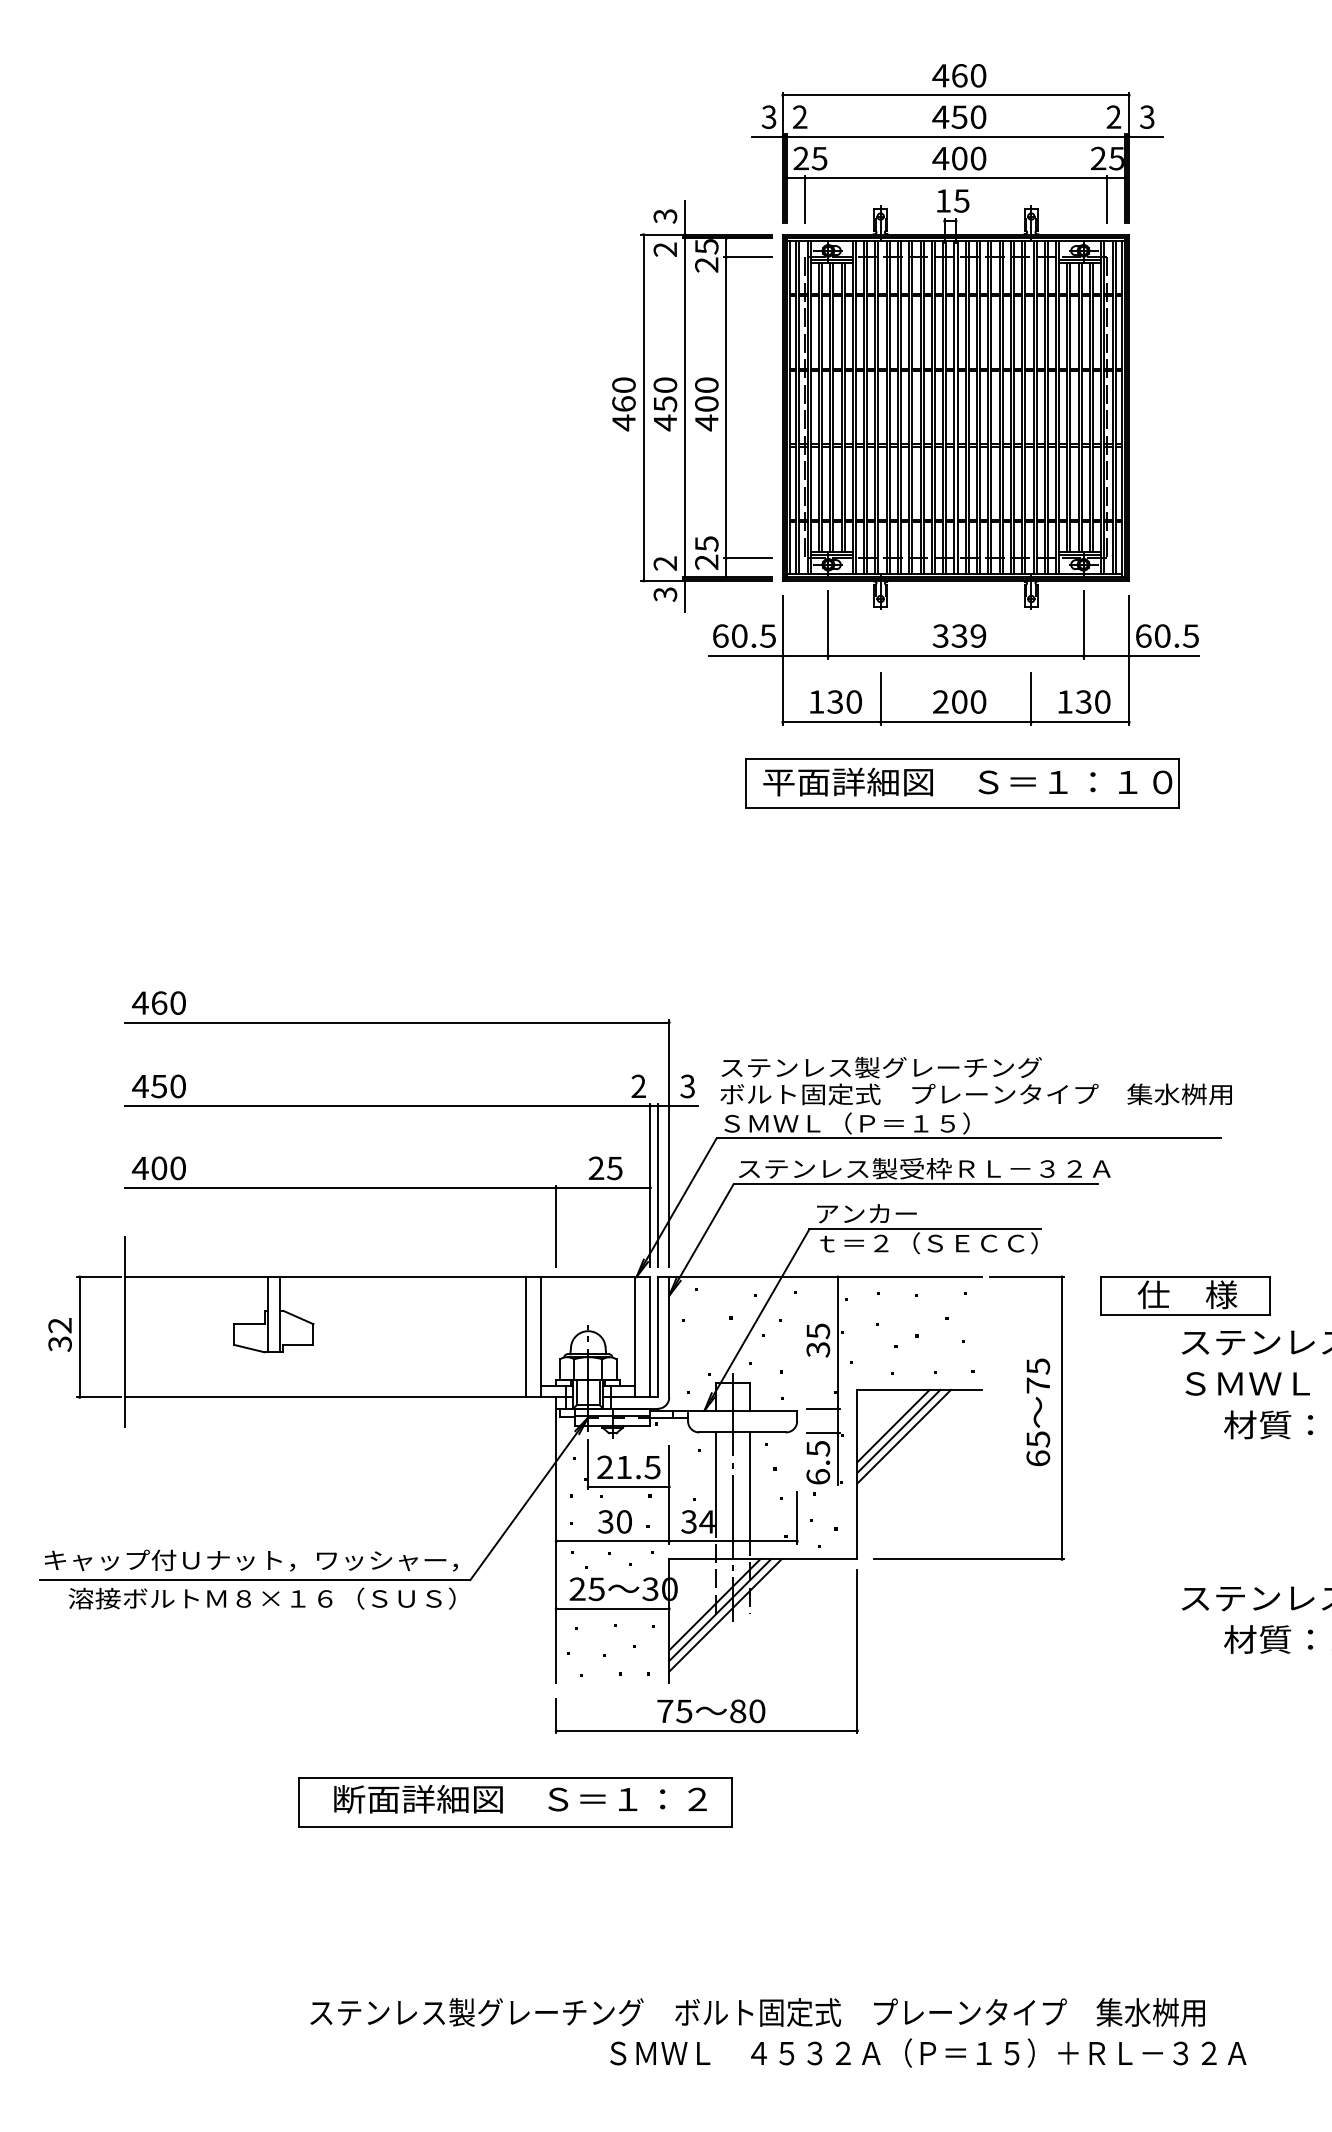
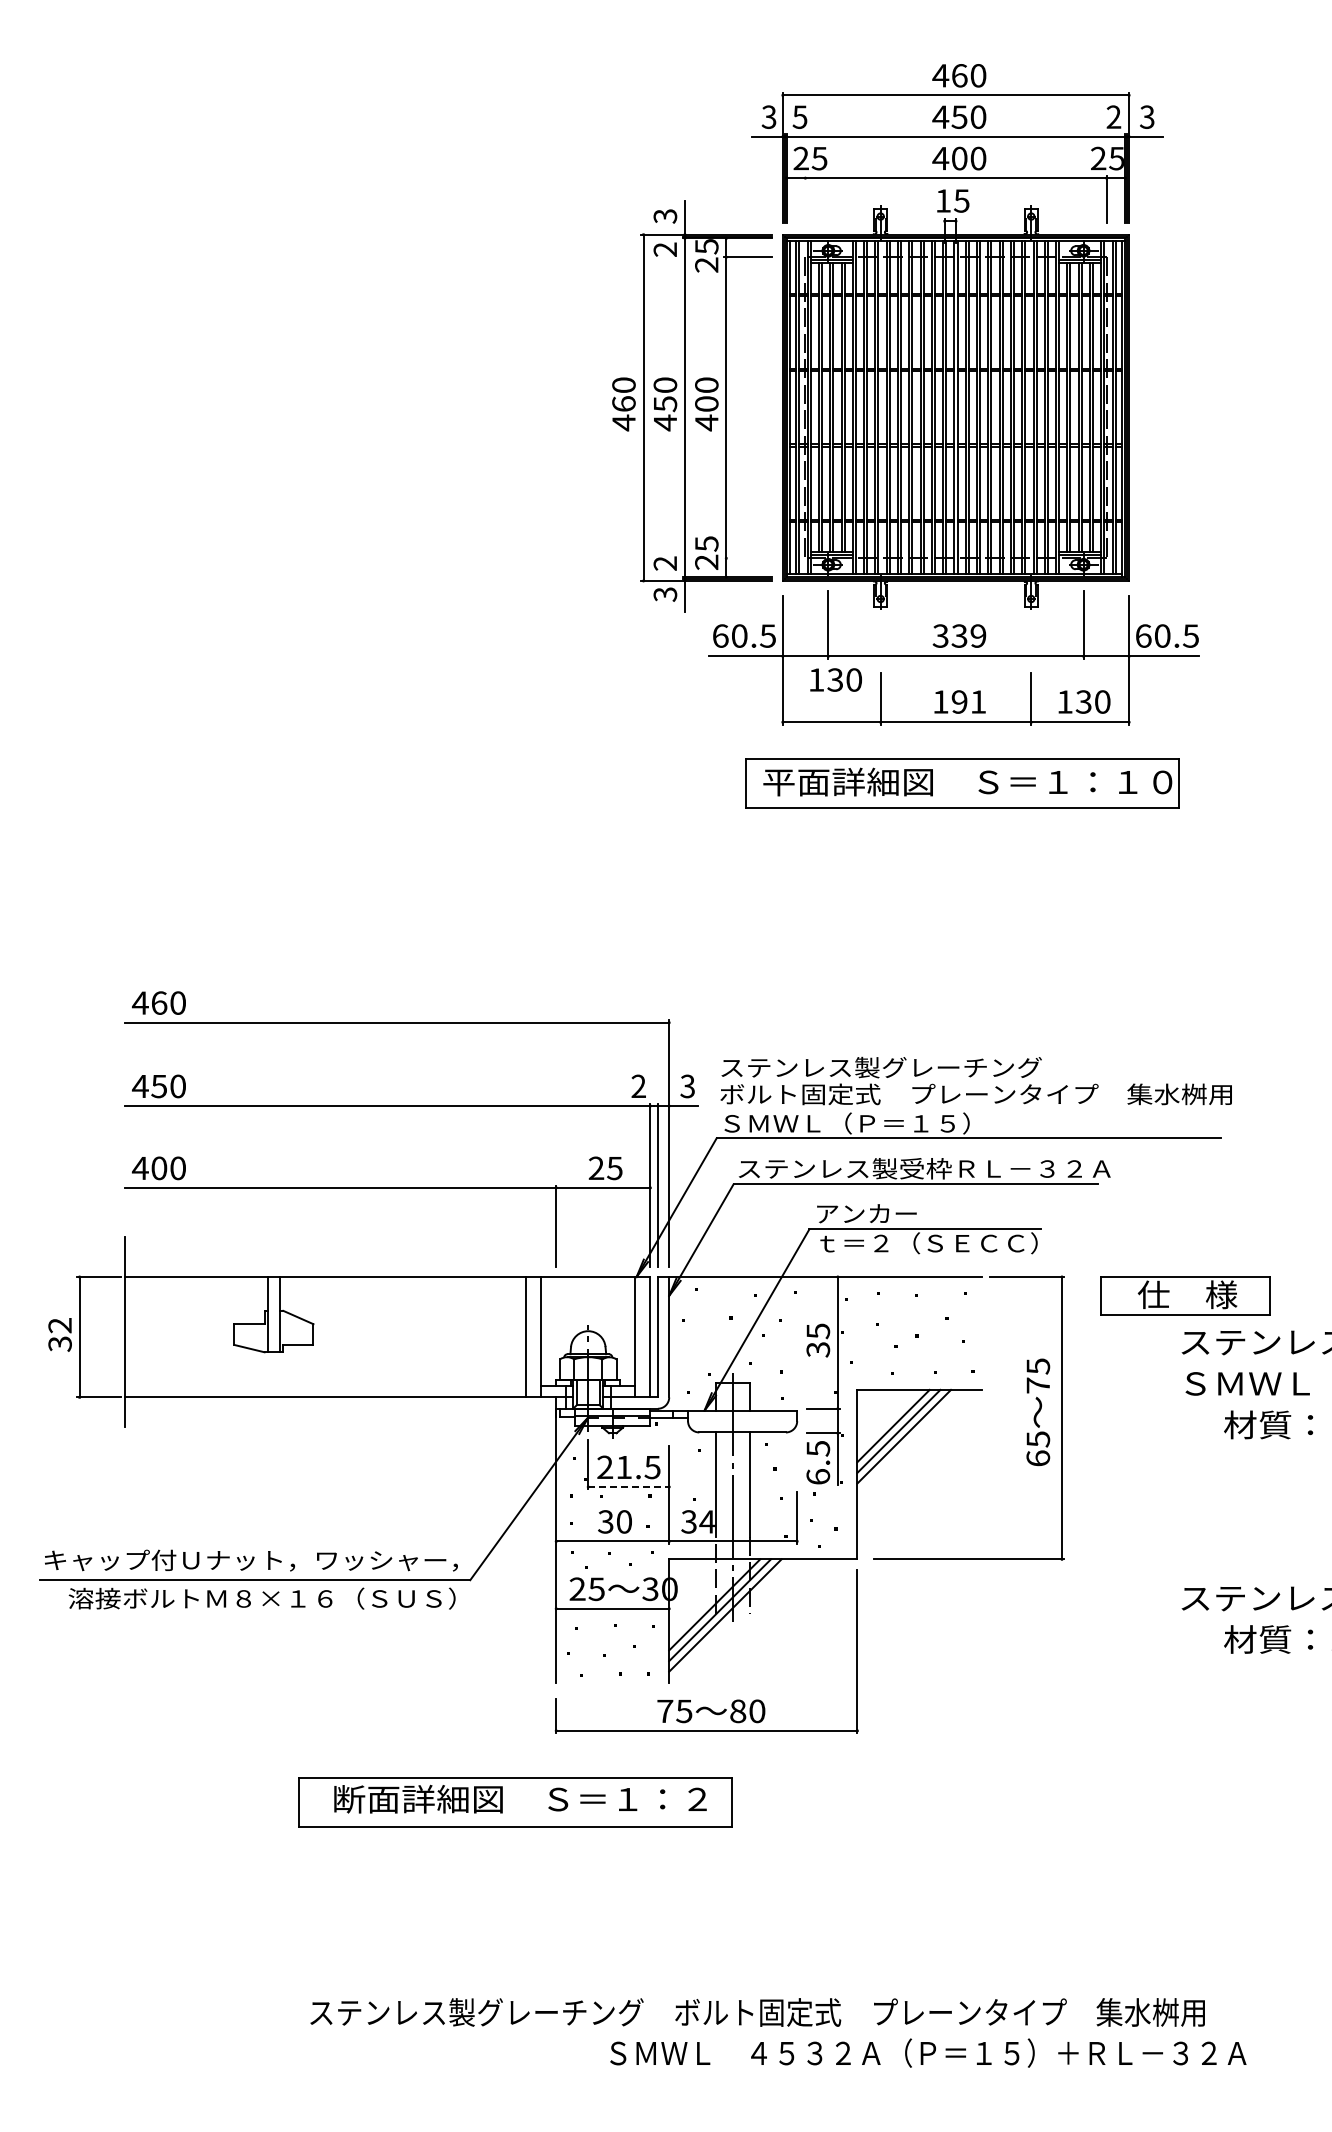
text at (799, 116): 2 -> 5
line at (805, 199): present -> none
line at (747, 558): present -> none
text at (835, 701) position: (835, 701) -> (835, 679)
text at (959, 701): 200 -> 191
line at (629, 1486): solid -> dashed
